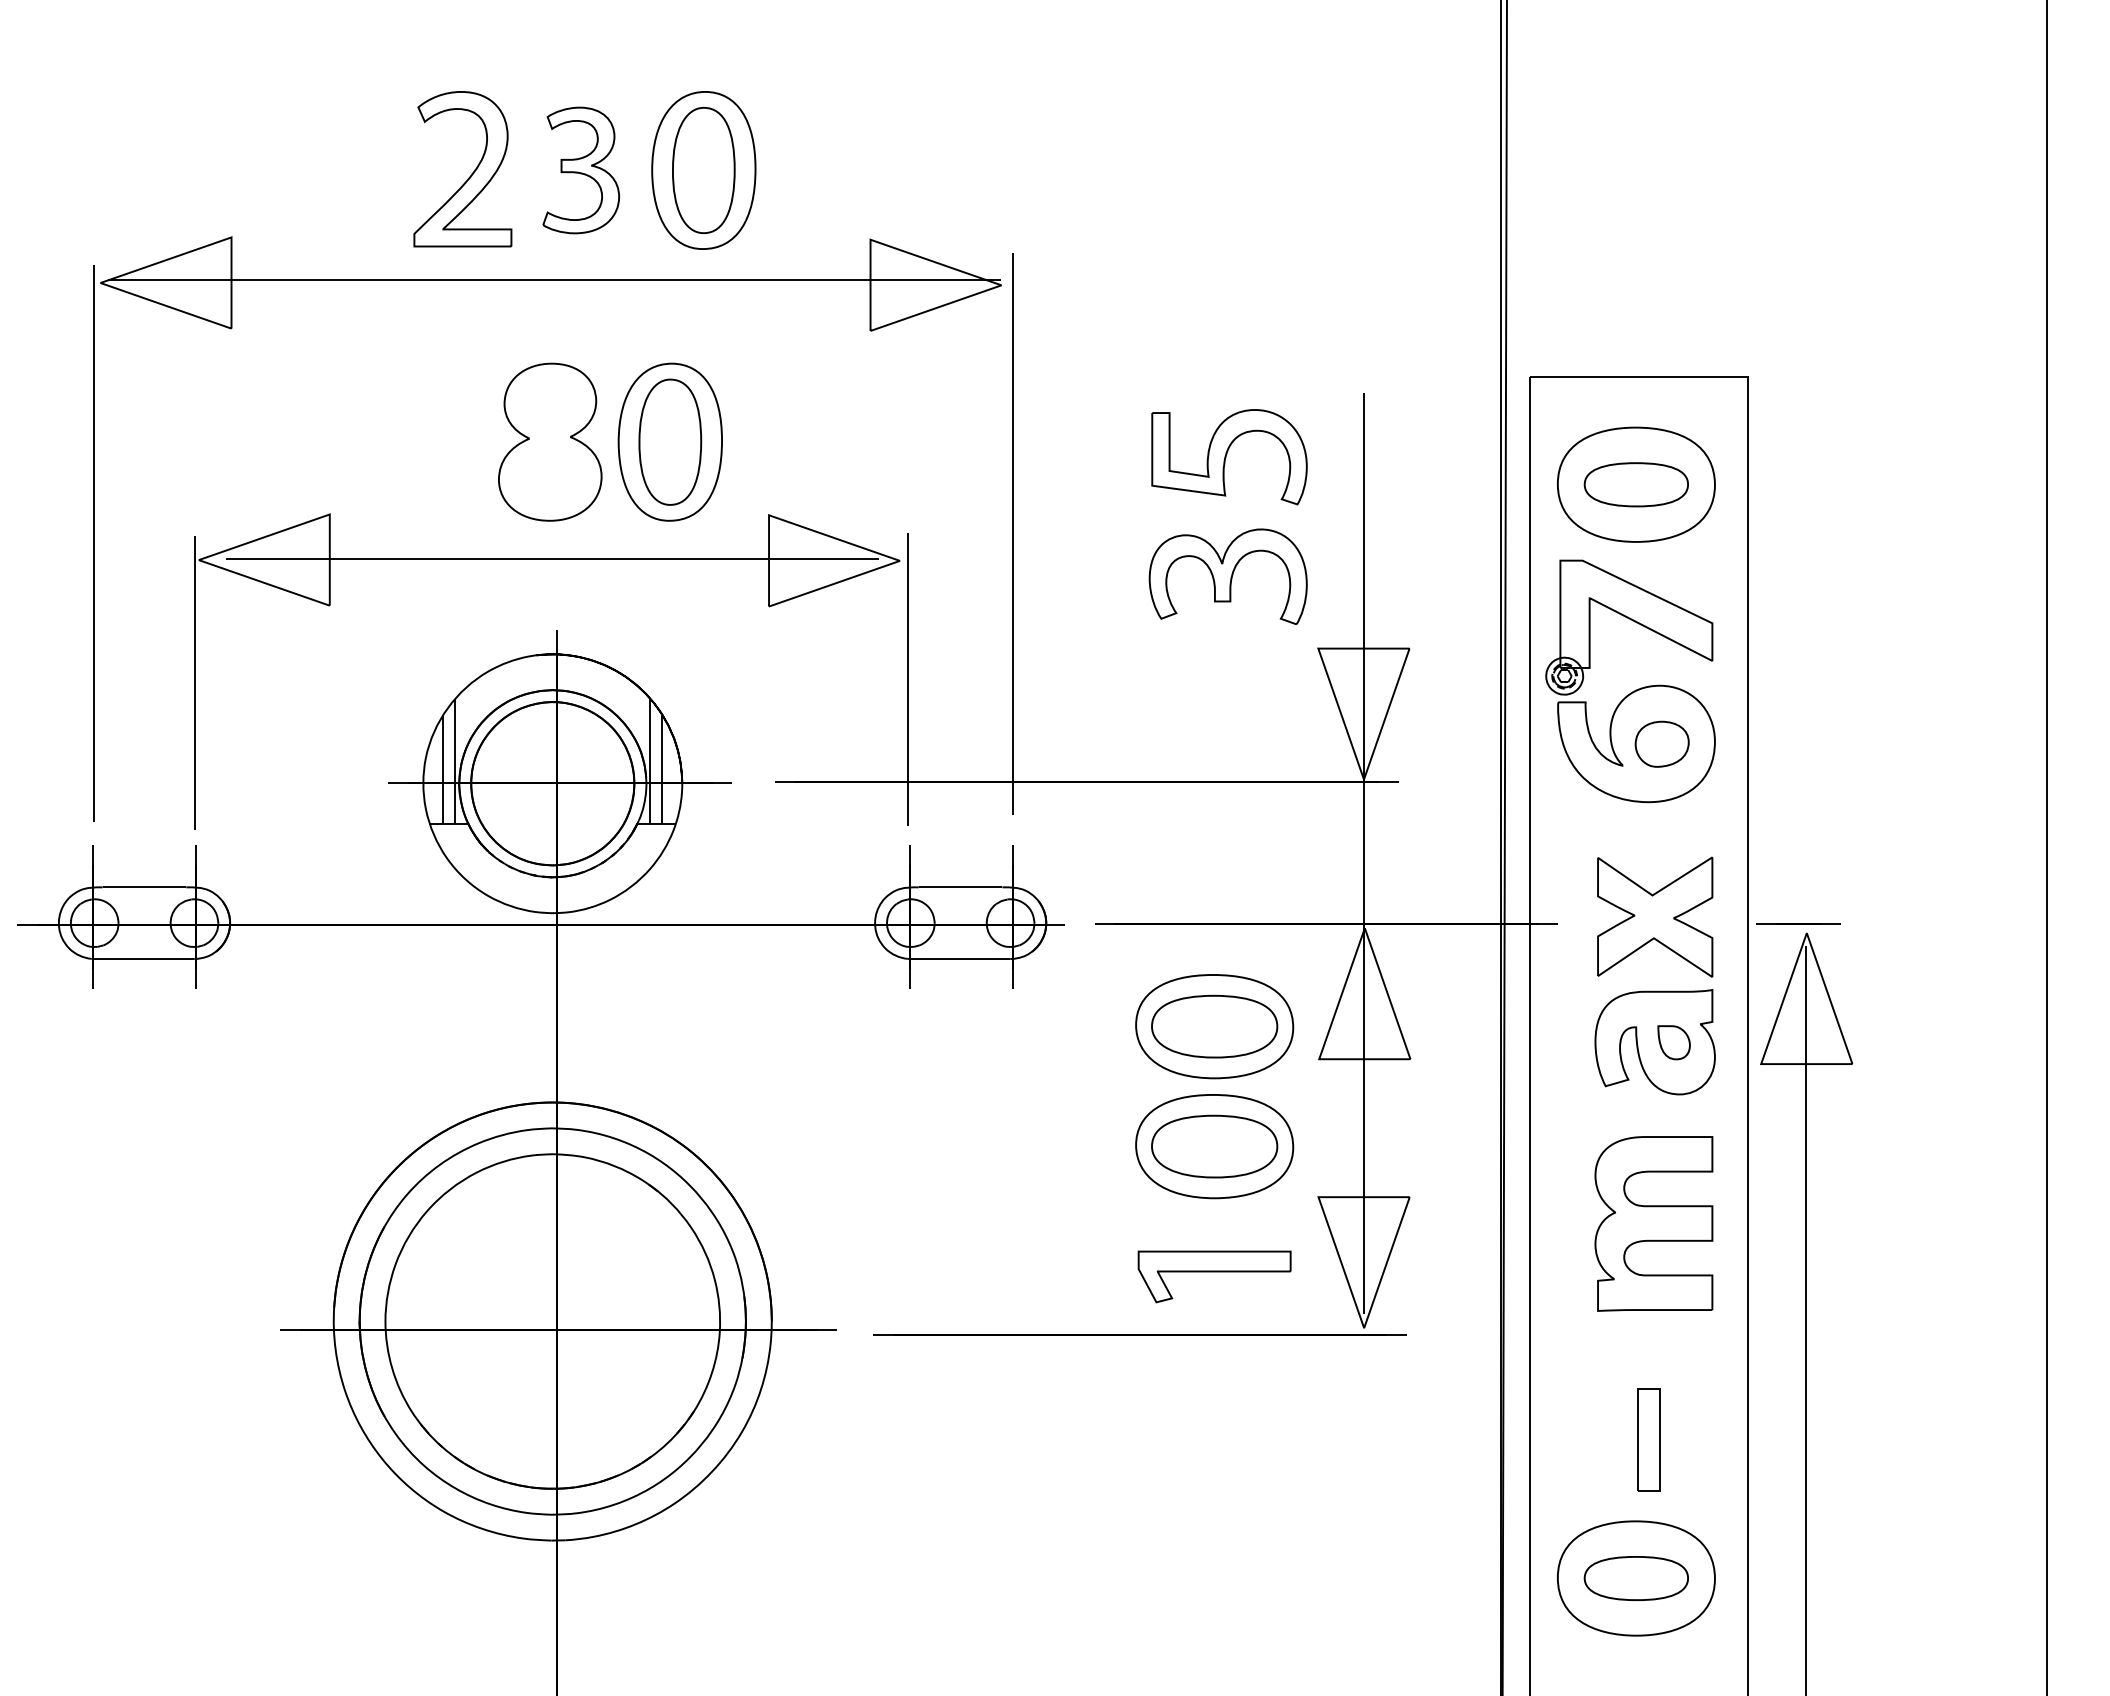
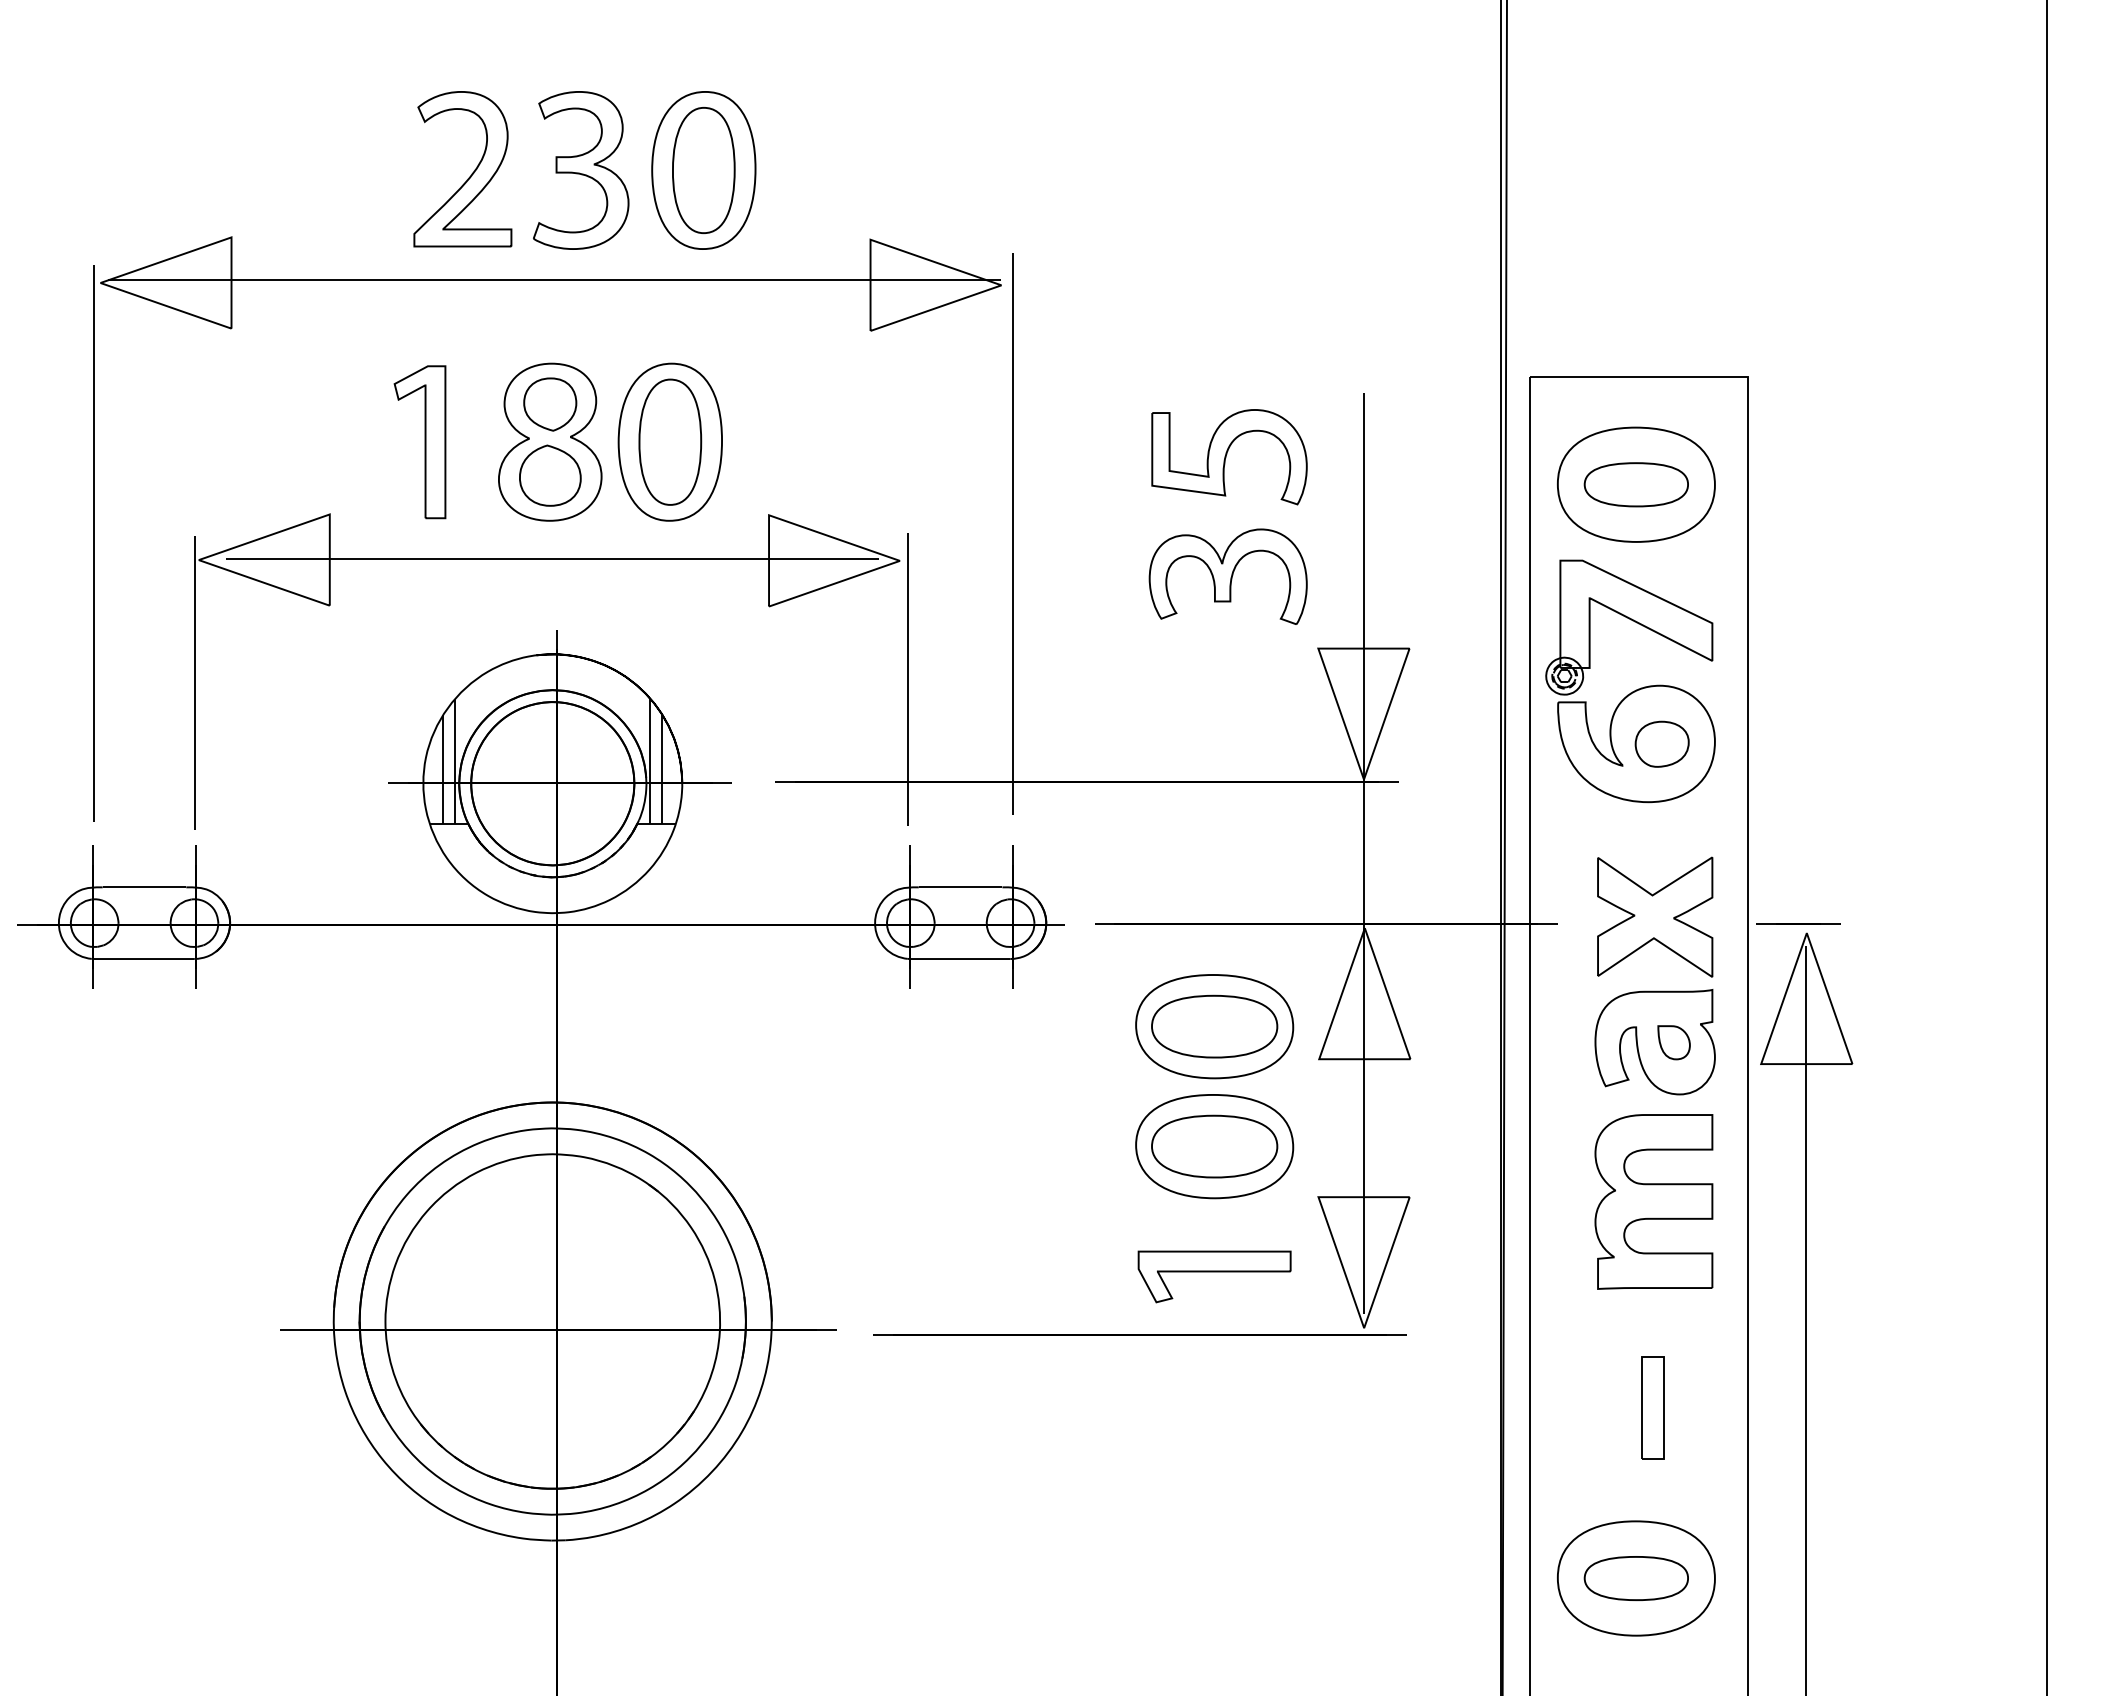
part at (580, 170) size: 78x129 px -> 97x159 px
part at (550, 404): none -> present
part at (419, 442): none -> present
part at (550, 475): none -> present
part at (1653, 1223) position: (1653, 1223) -> (1653, 1201)
part at (1648, 1439) position: (1648, 1439) -> (1652, 1407)
